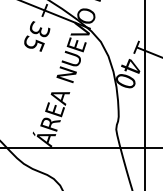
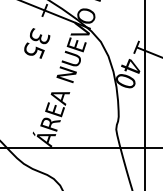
text at (37, 36) position: (37, 36) -> (37, 43)
